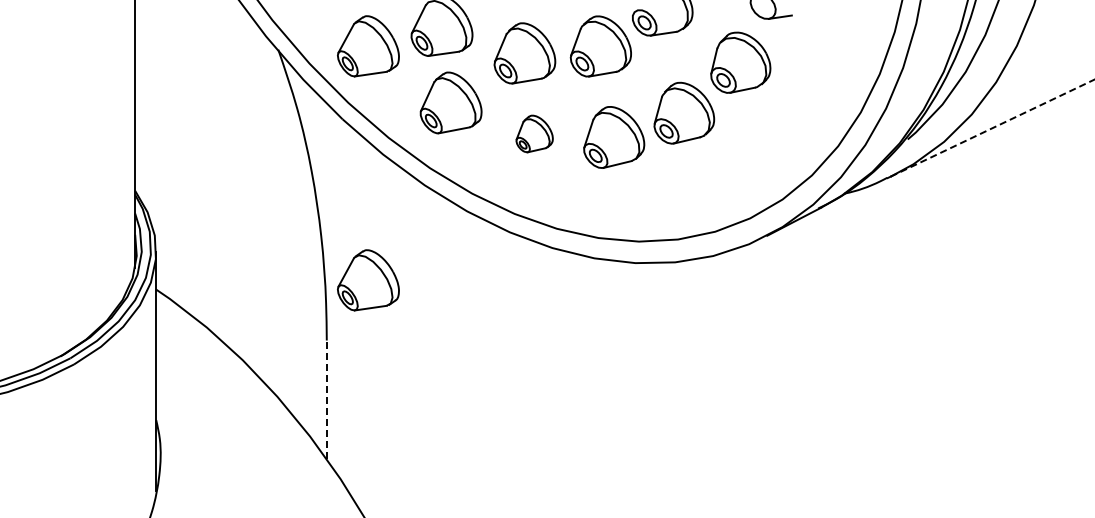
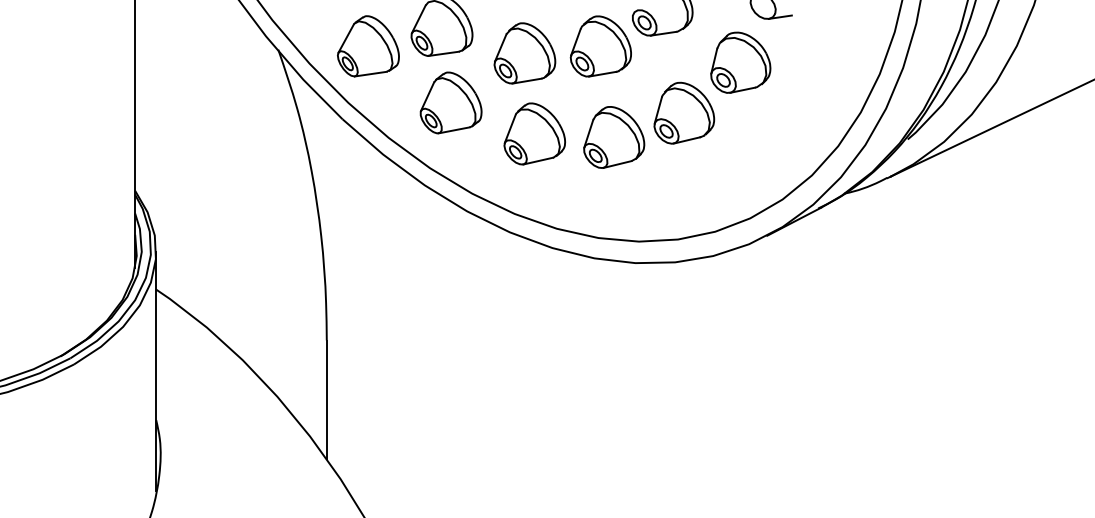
line at (992, 128): dashed -> solid
part at (534, 133) size: 39x40 px -> 63x64 px
part at (368, 280): present -> none
line at (326, 399): dashed -> solid
